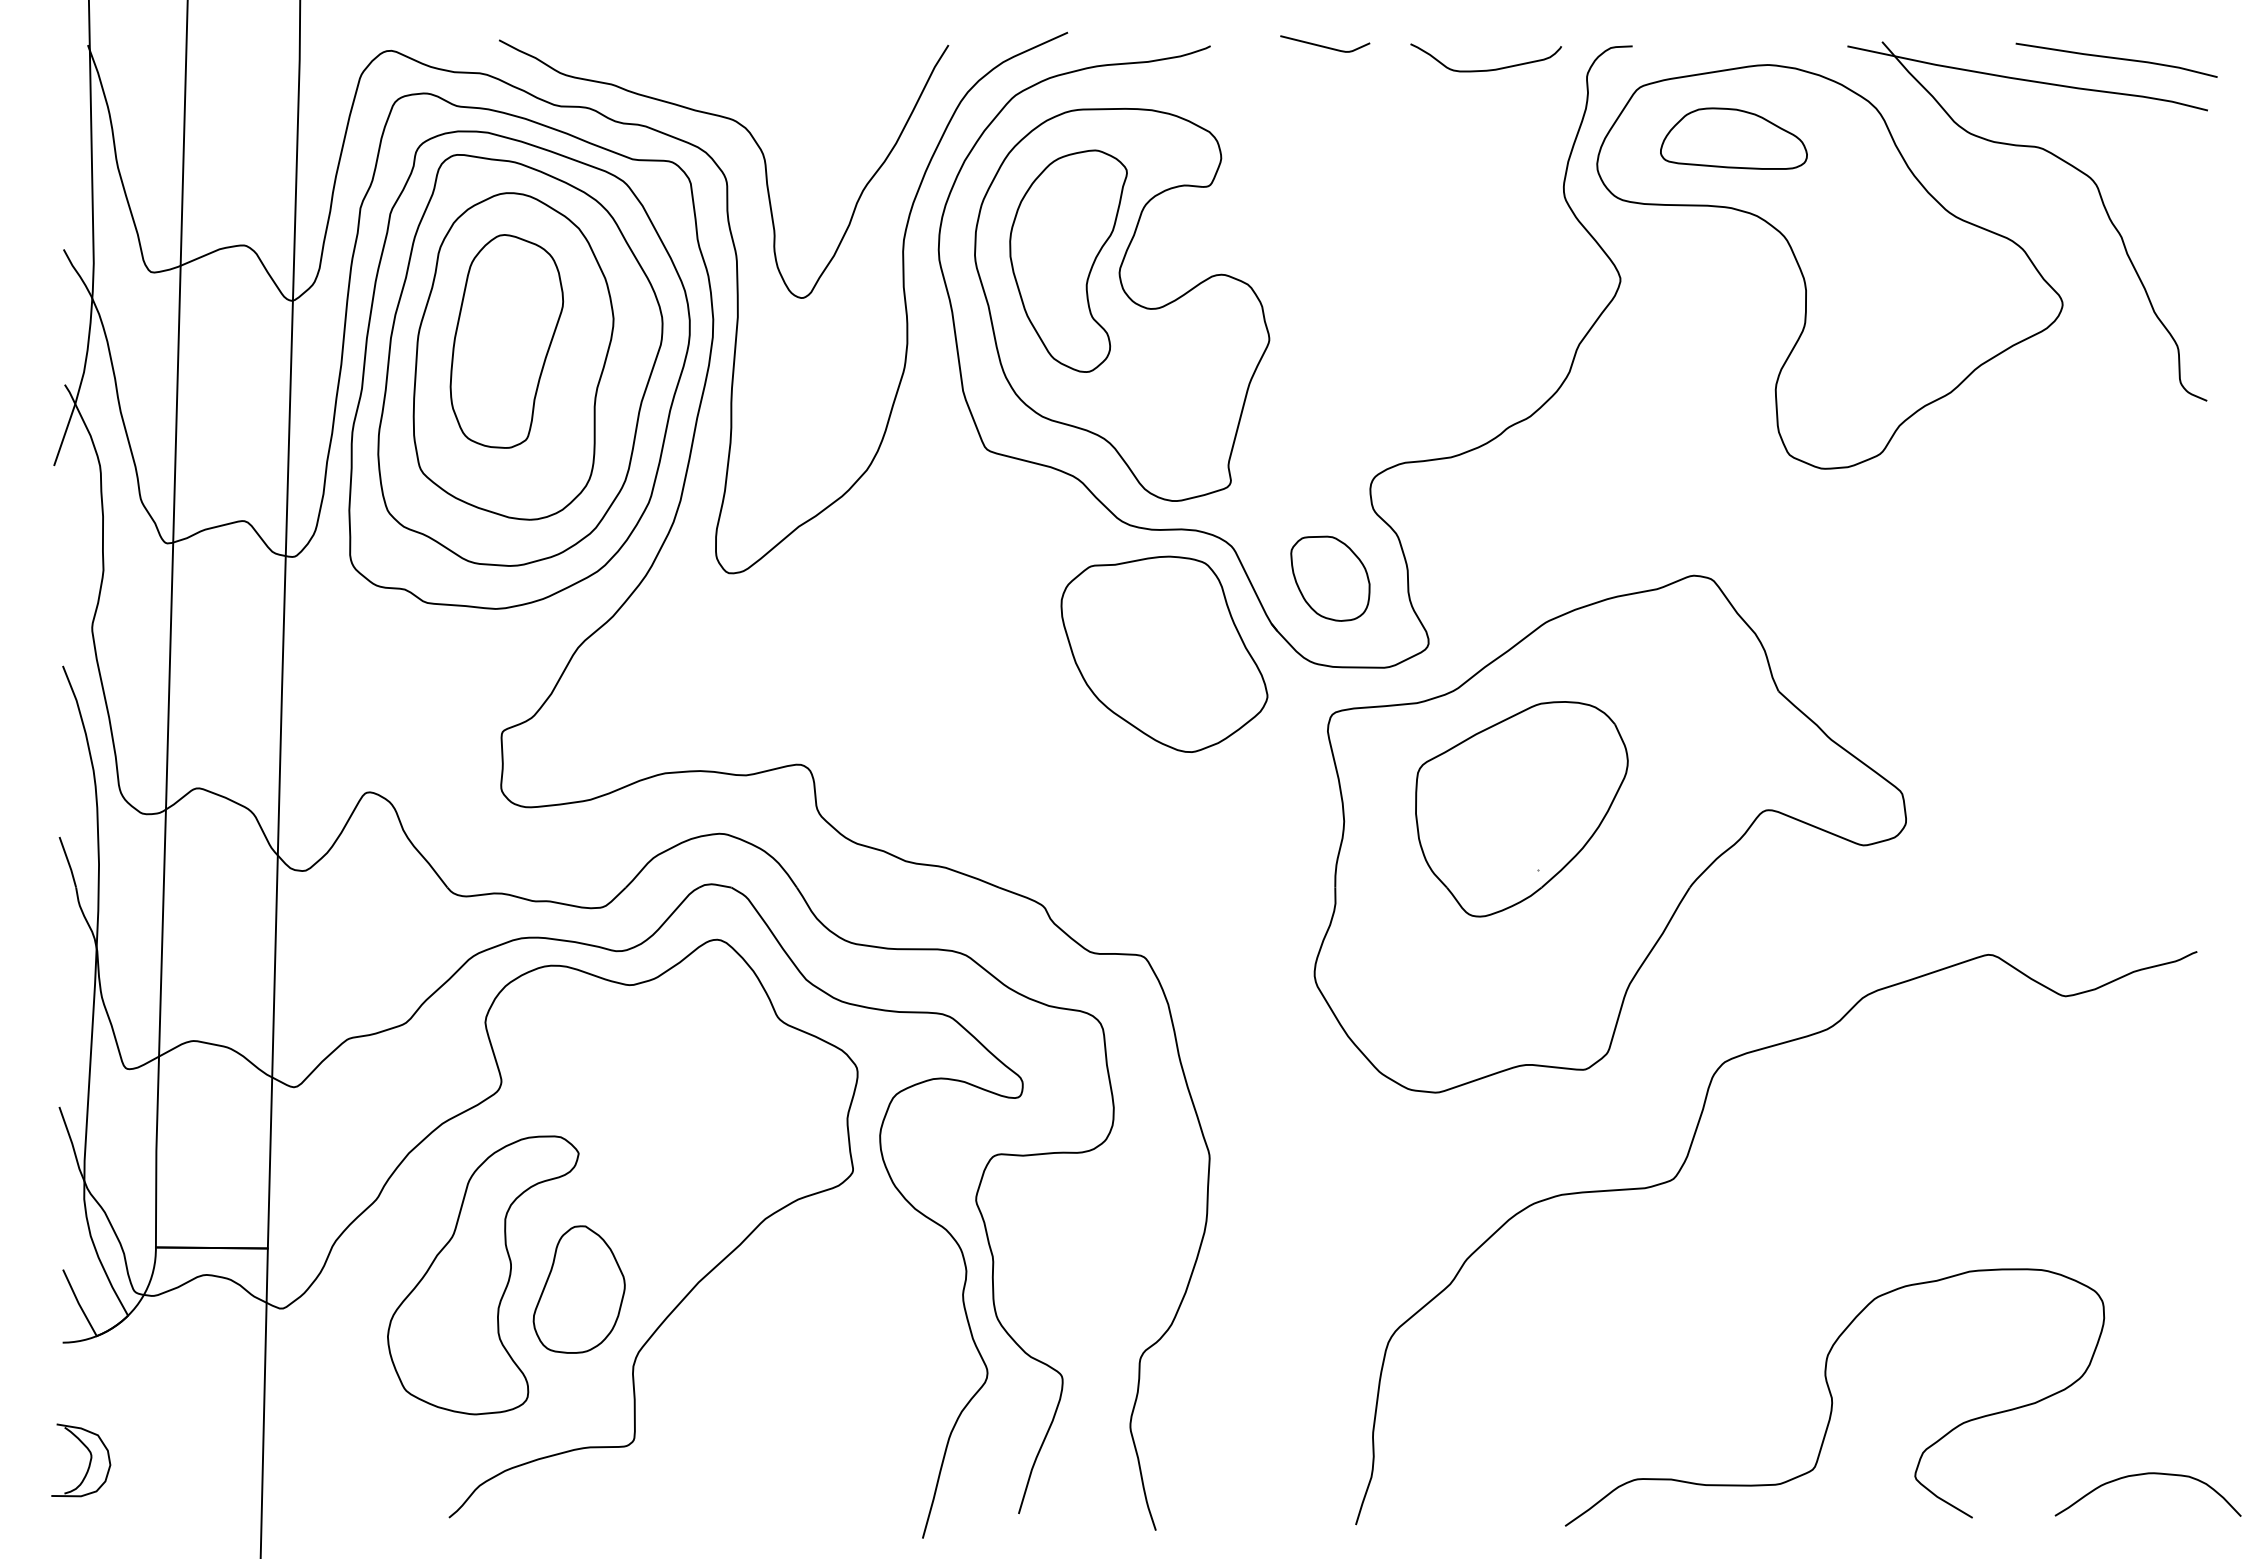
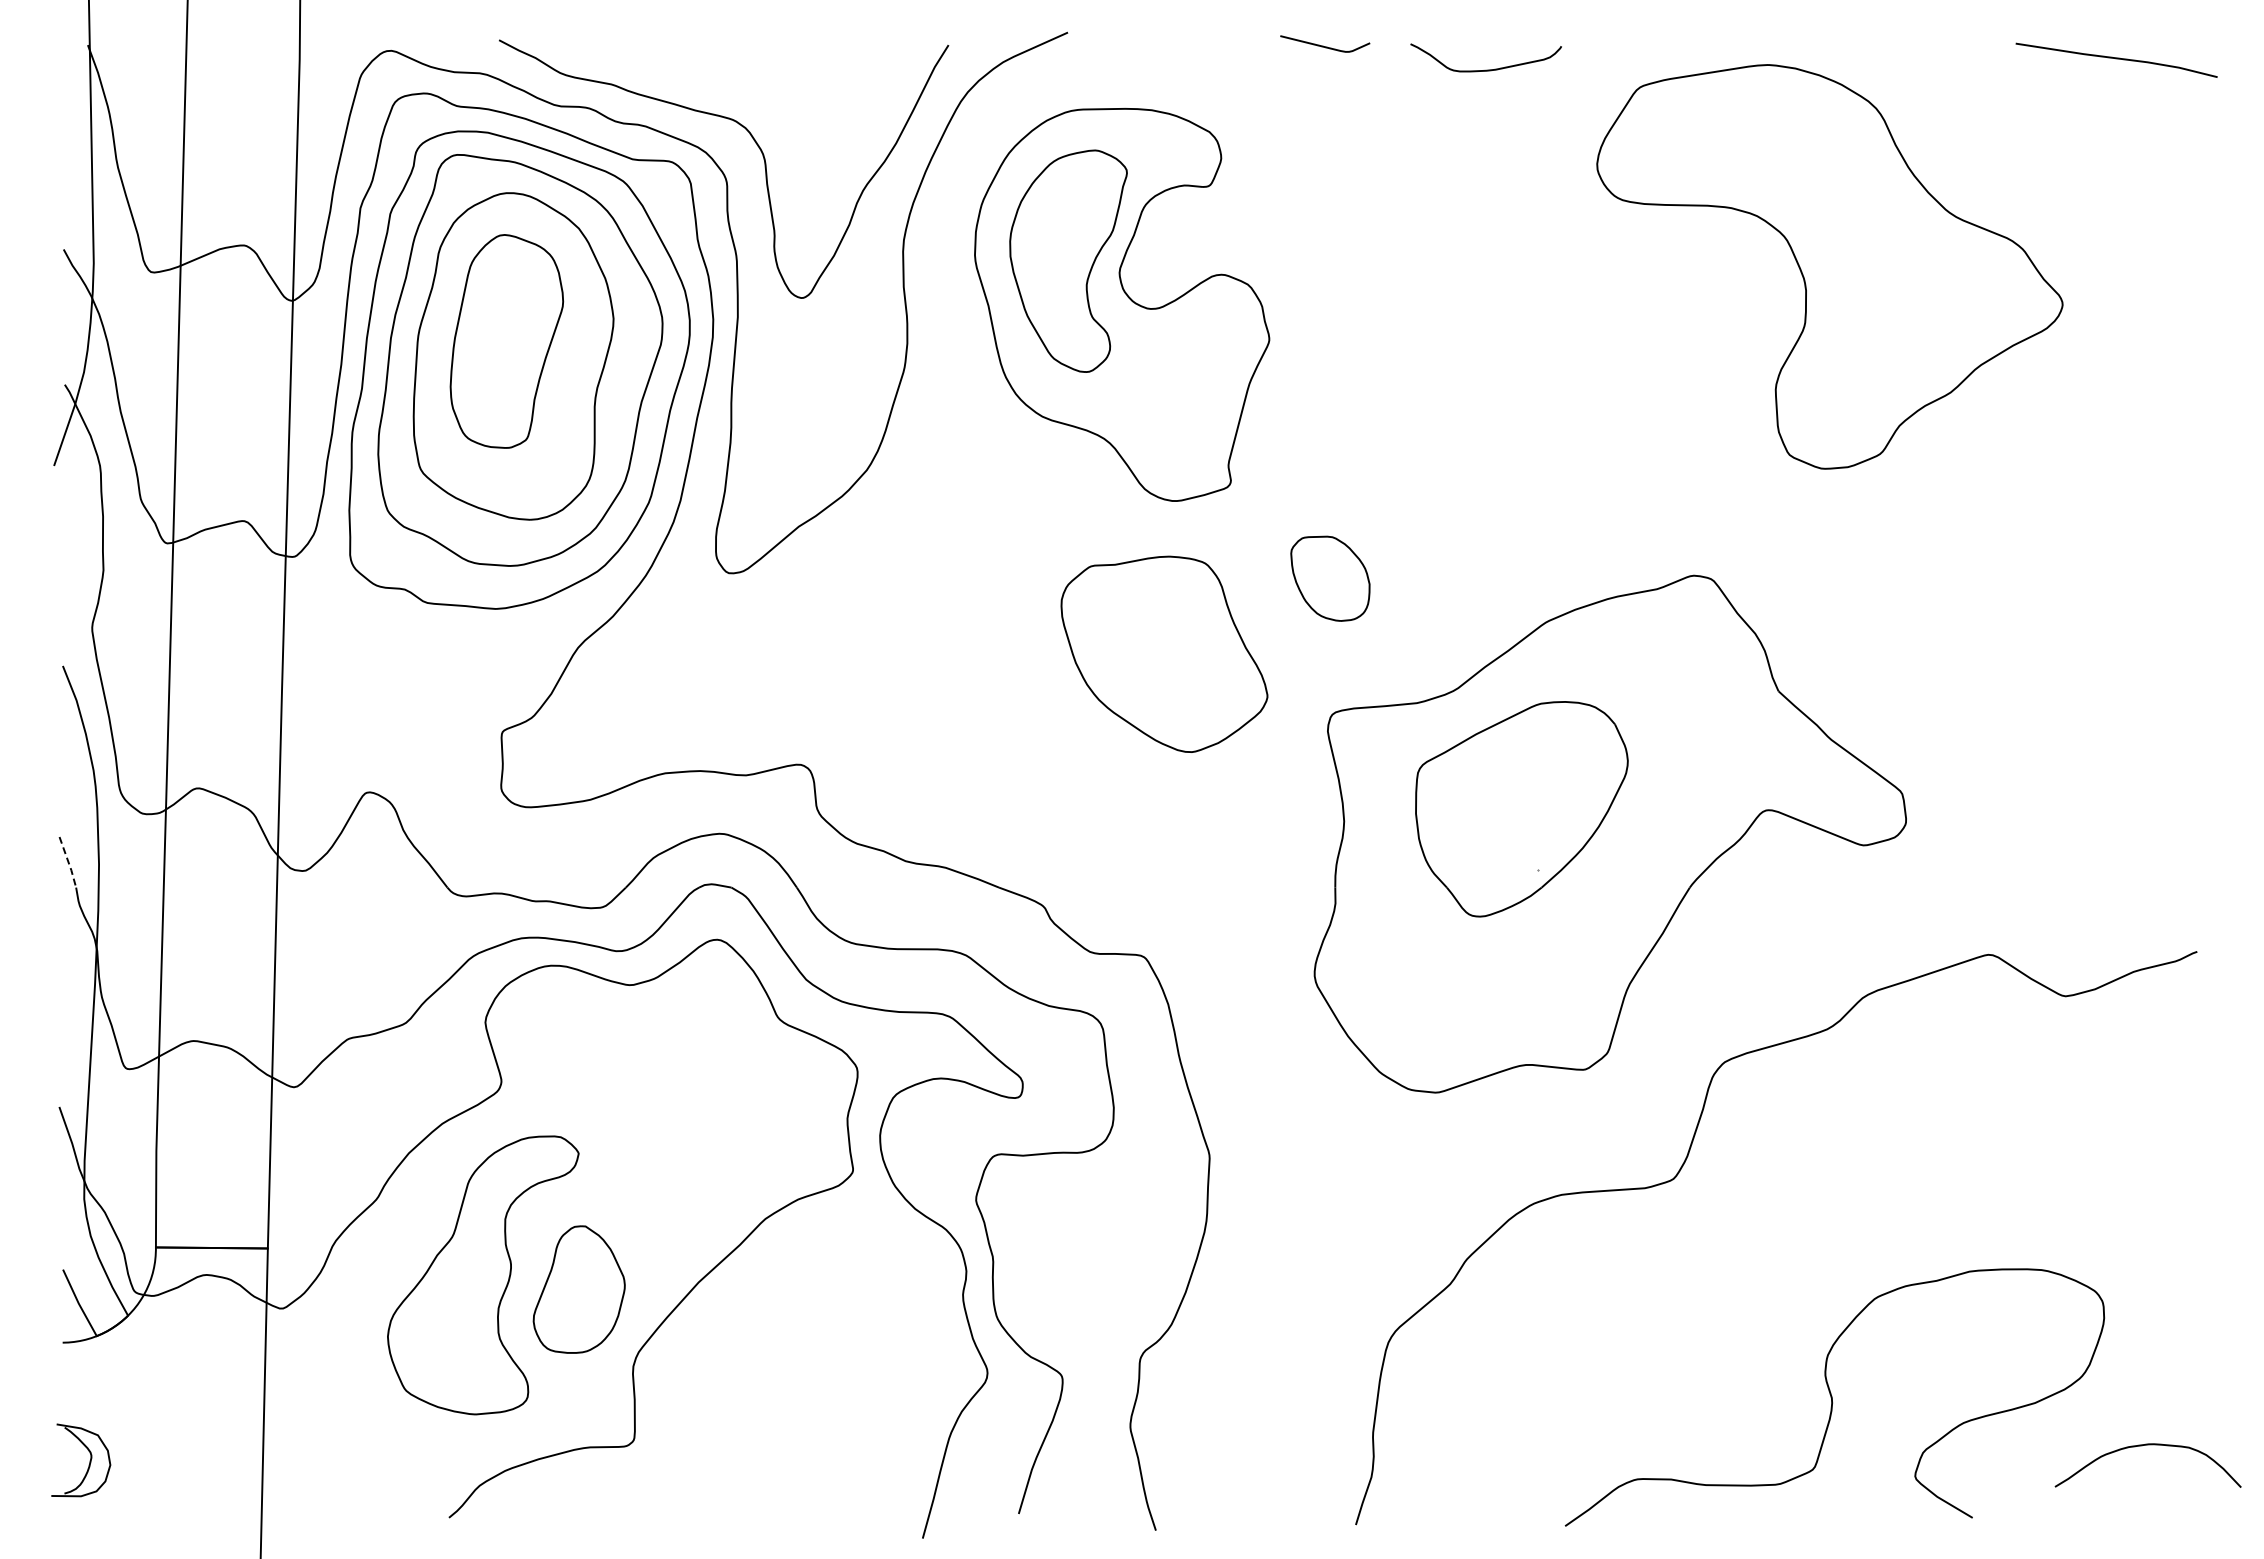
part at (1733, 138): present -> none
part at (2062, 161): present -> none
part at (1377, 473): present -> none
line at (68, 862): solid -> dashed
curve at (2142, 1475) position: (2142, 1475) -> (2142, 1446)
